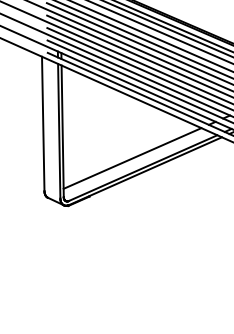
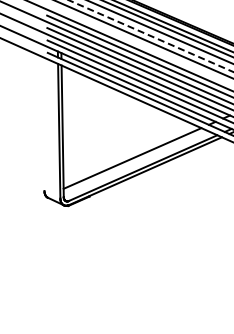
line at (150, 36): solid -> dashed
line at (138, 43): present -> none
line at (43, 123): present -> none
